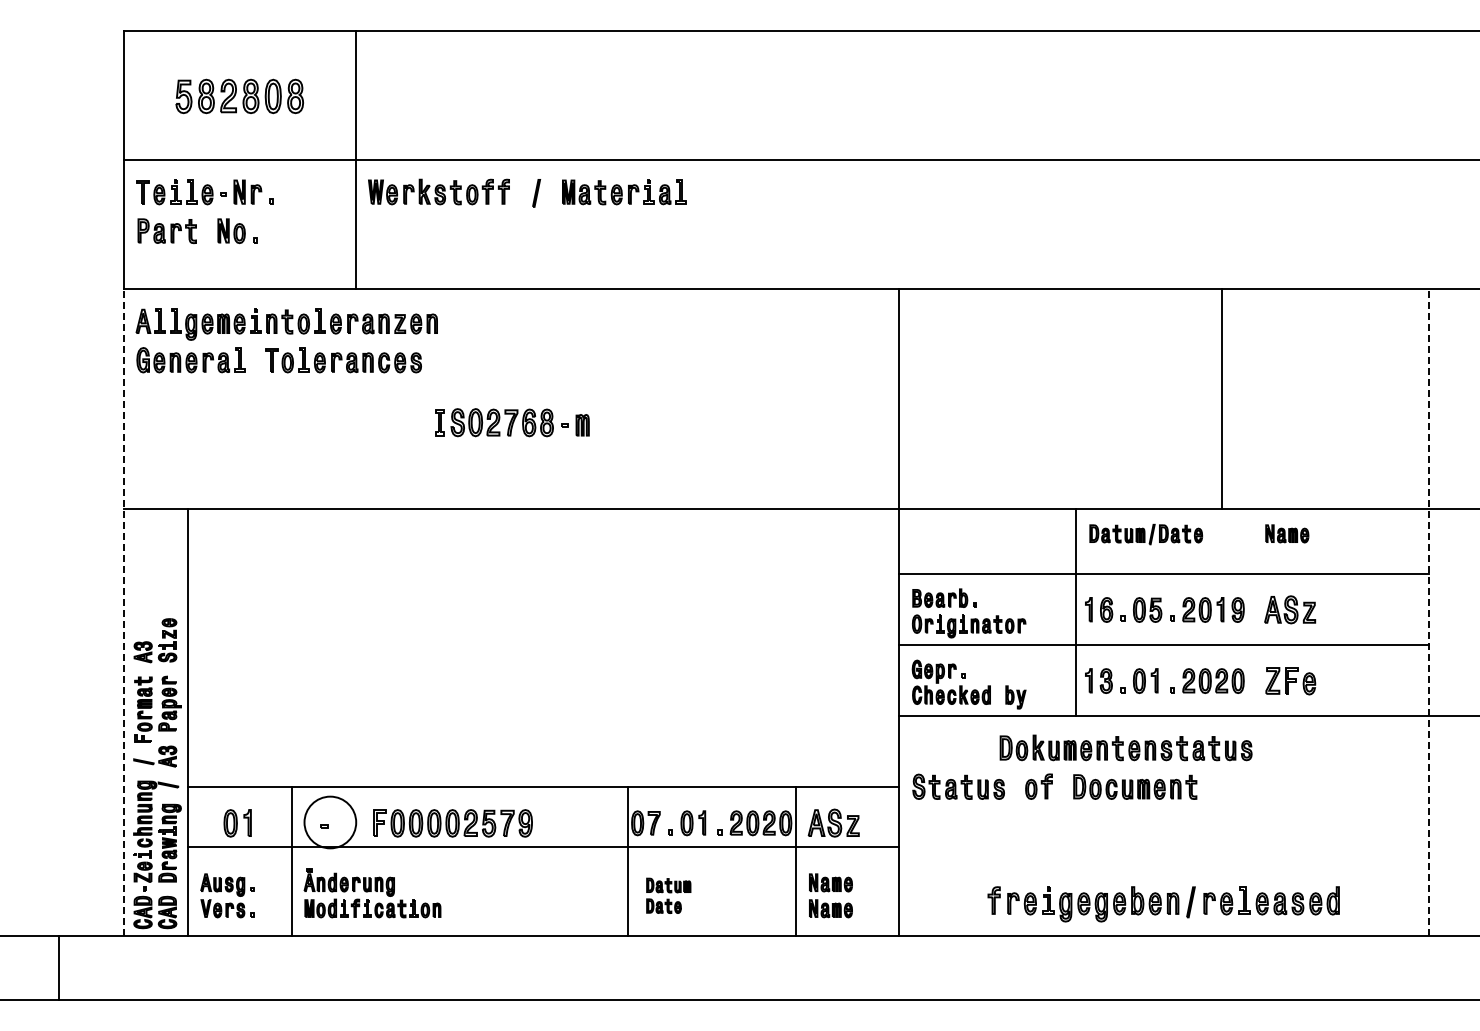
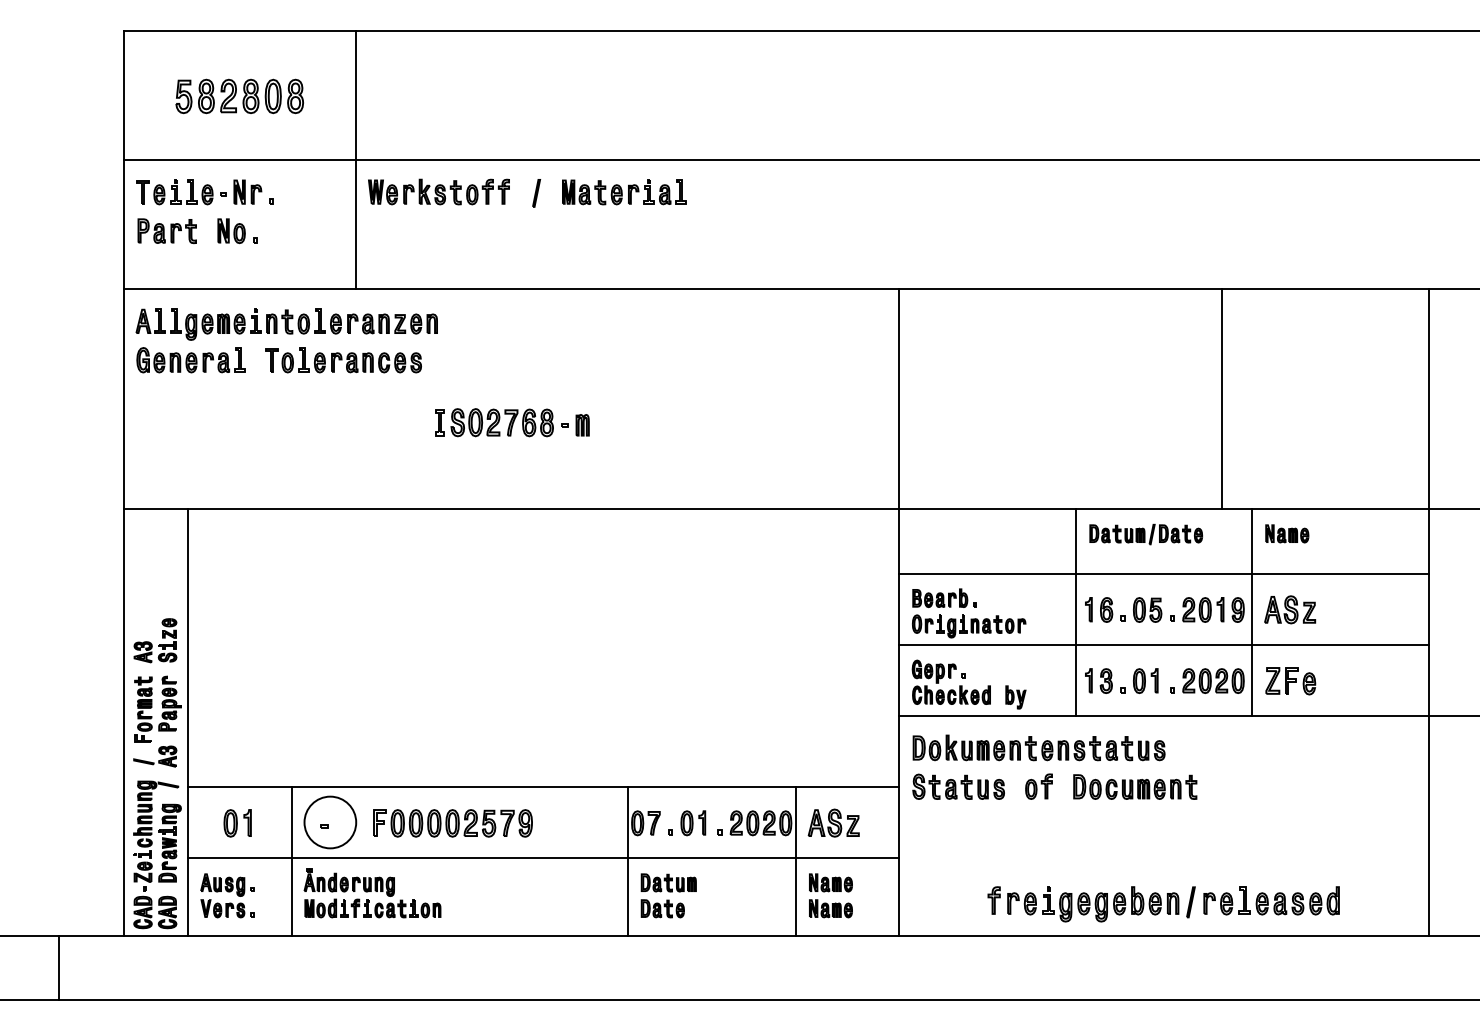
line at (123, 611): dashed -> solid
line at (1429, 611): dashed -> solid
line at (1252, 612): none -> present
part at (1125, 747) position: (1125, 747) -> (1038, 747)
line at (543, 847) position: (543, 847) -> (543, 858)
part at (668, 895) size: 46x37 px -> 57x46 px
